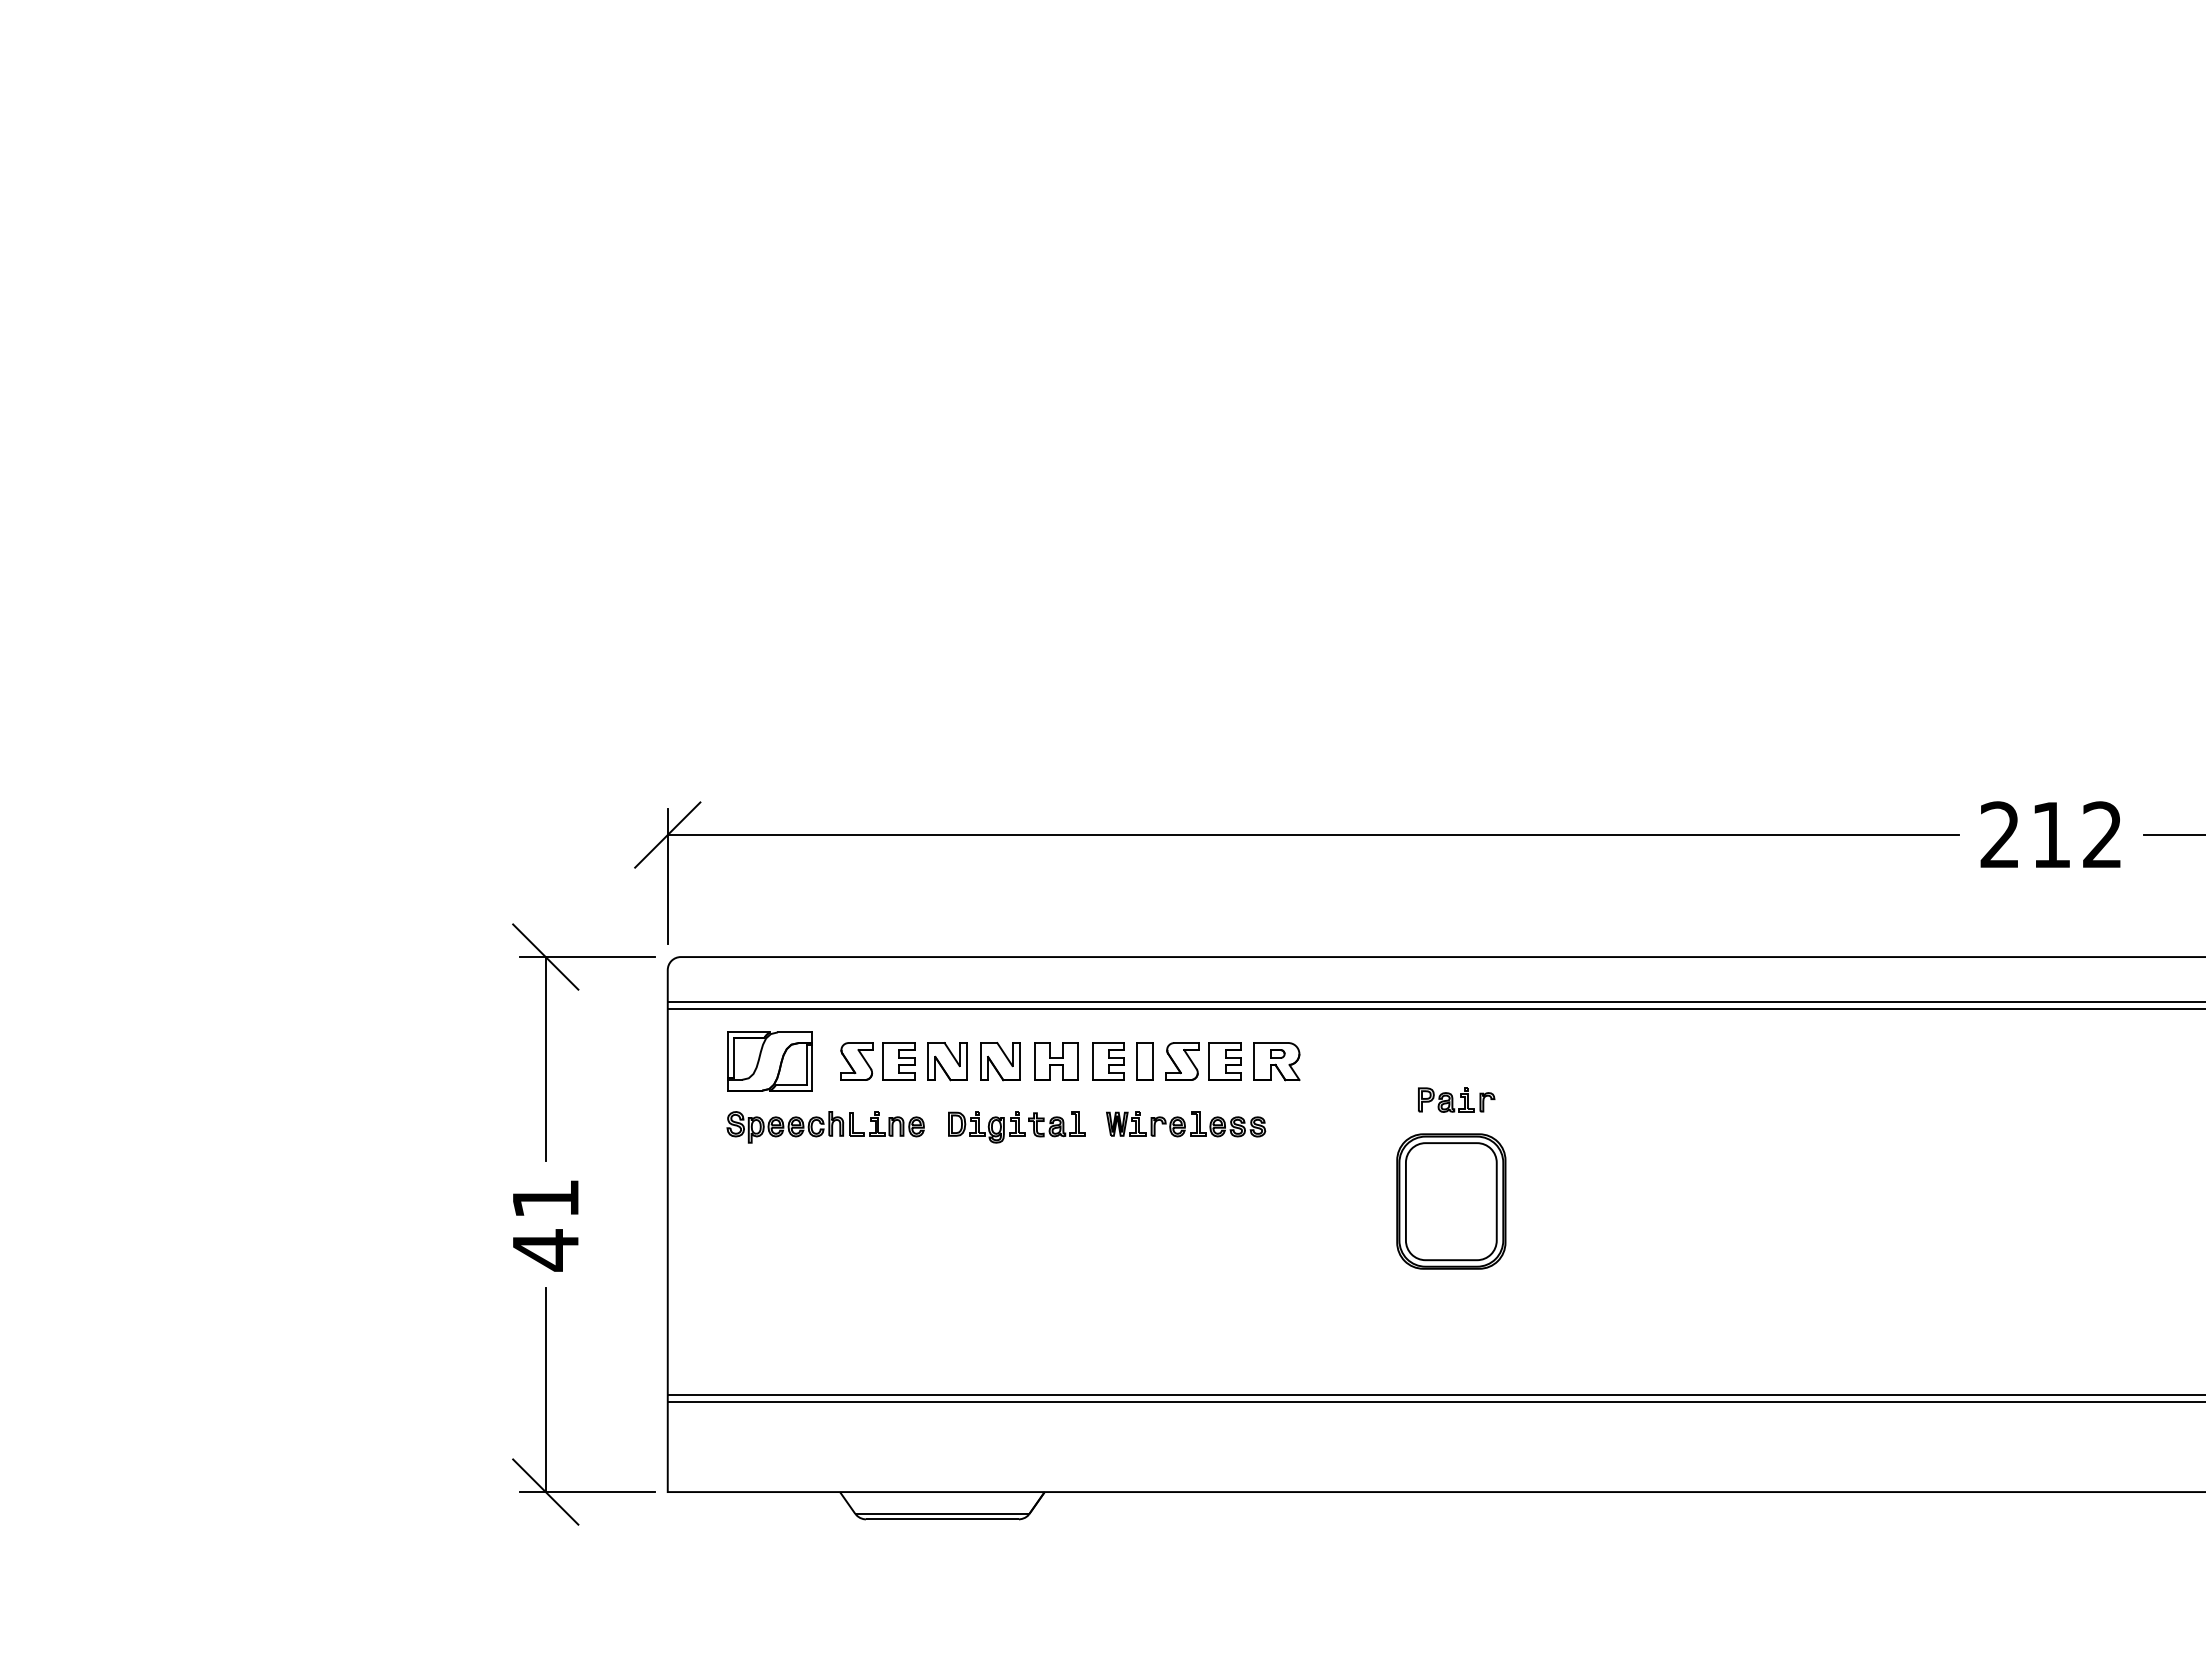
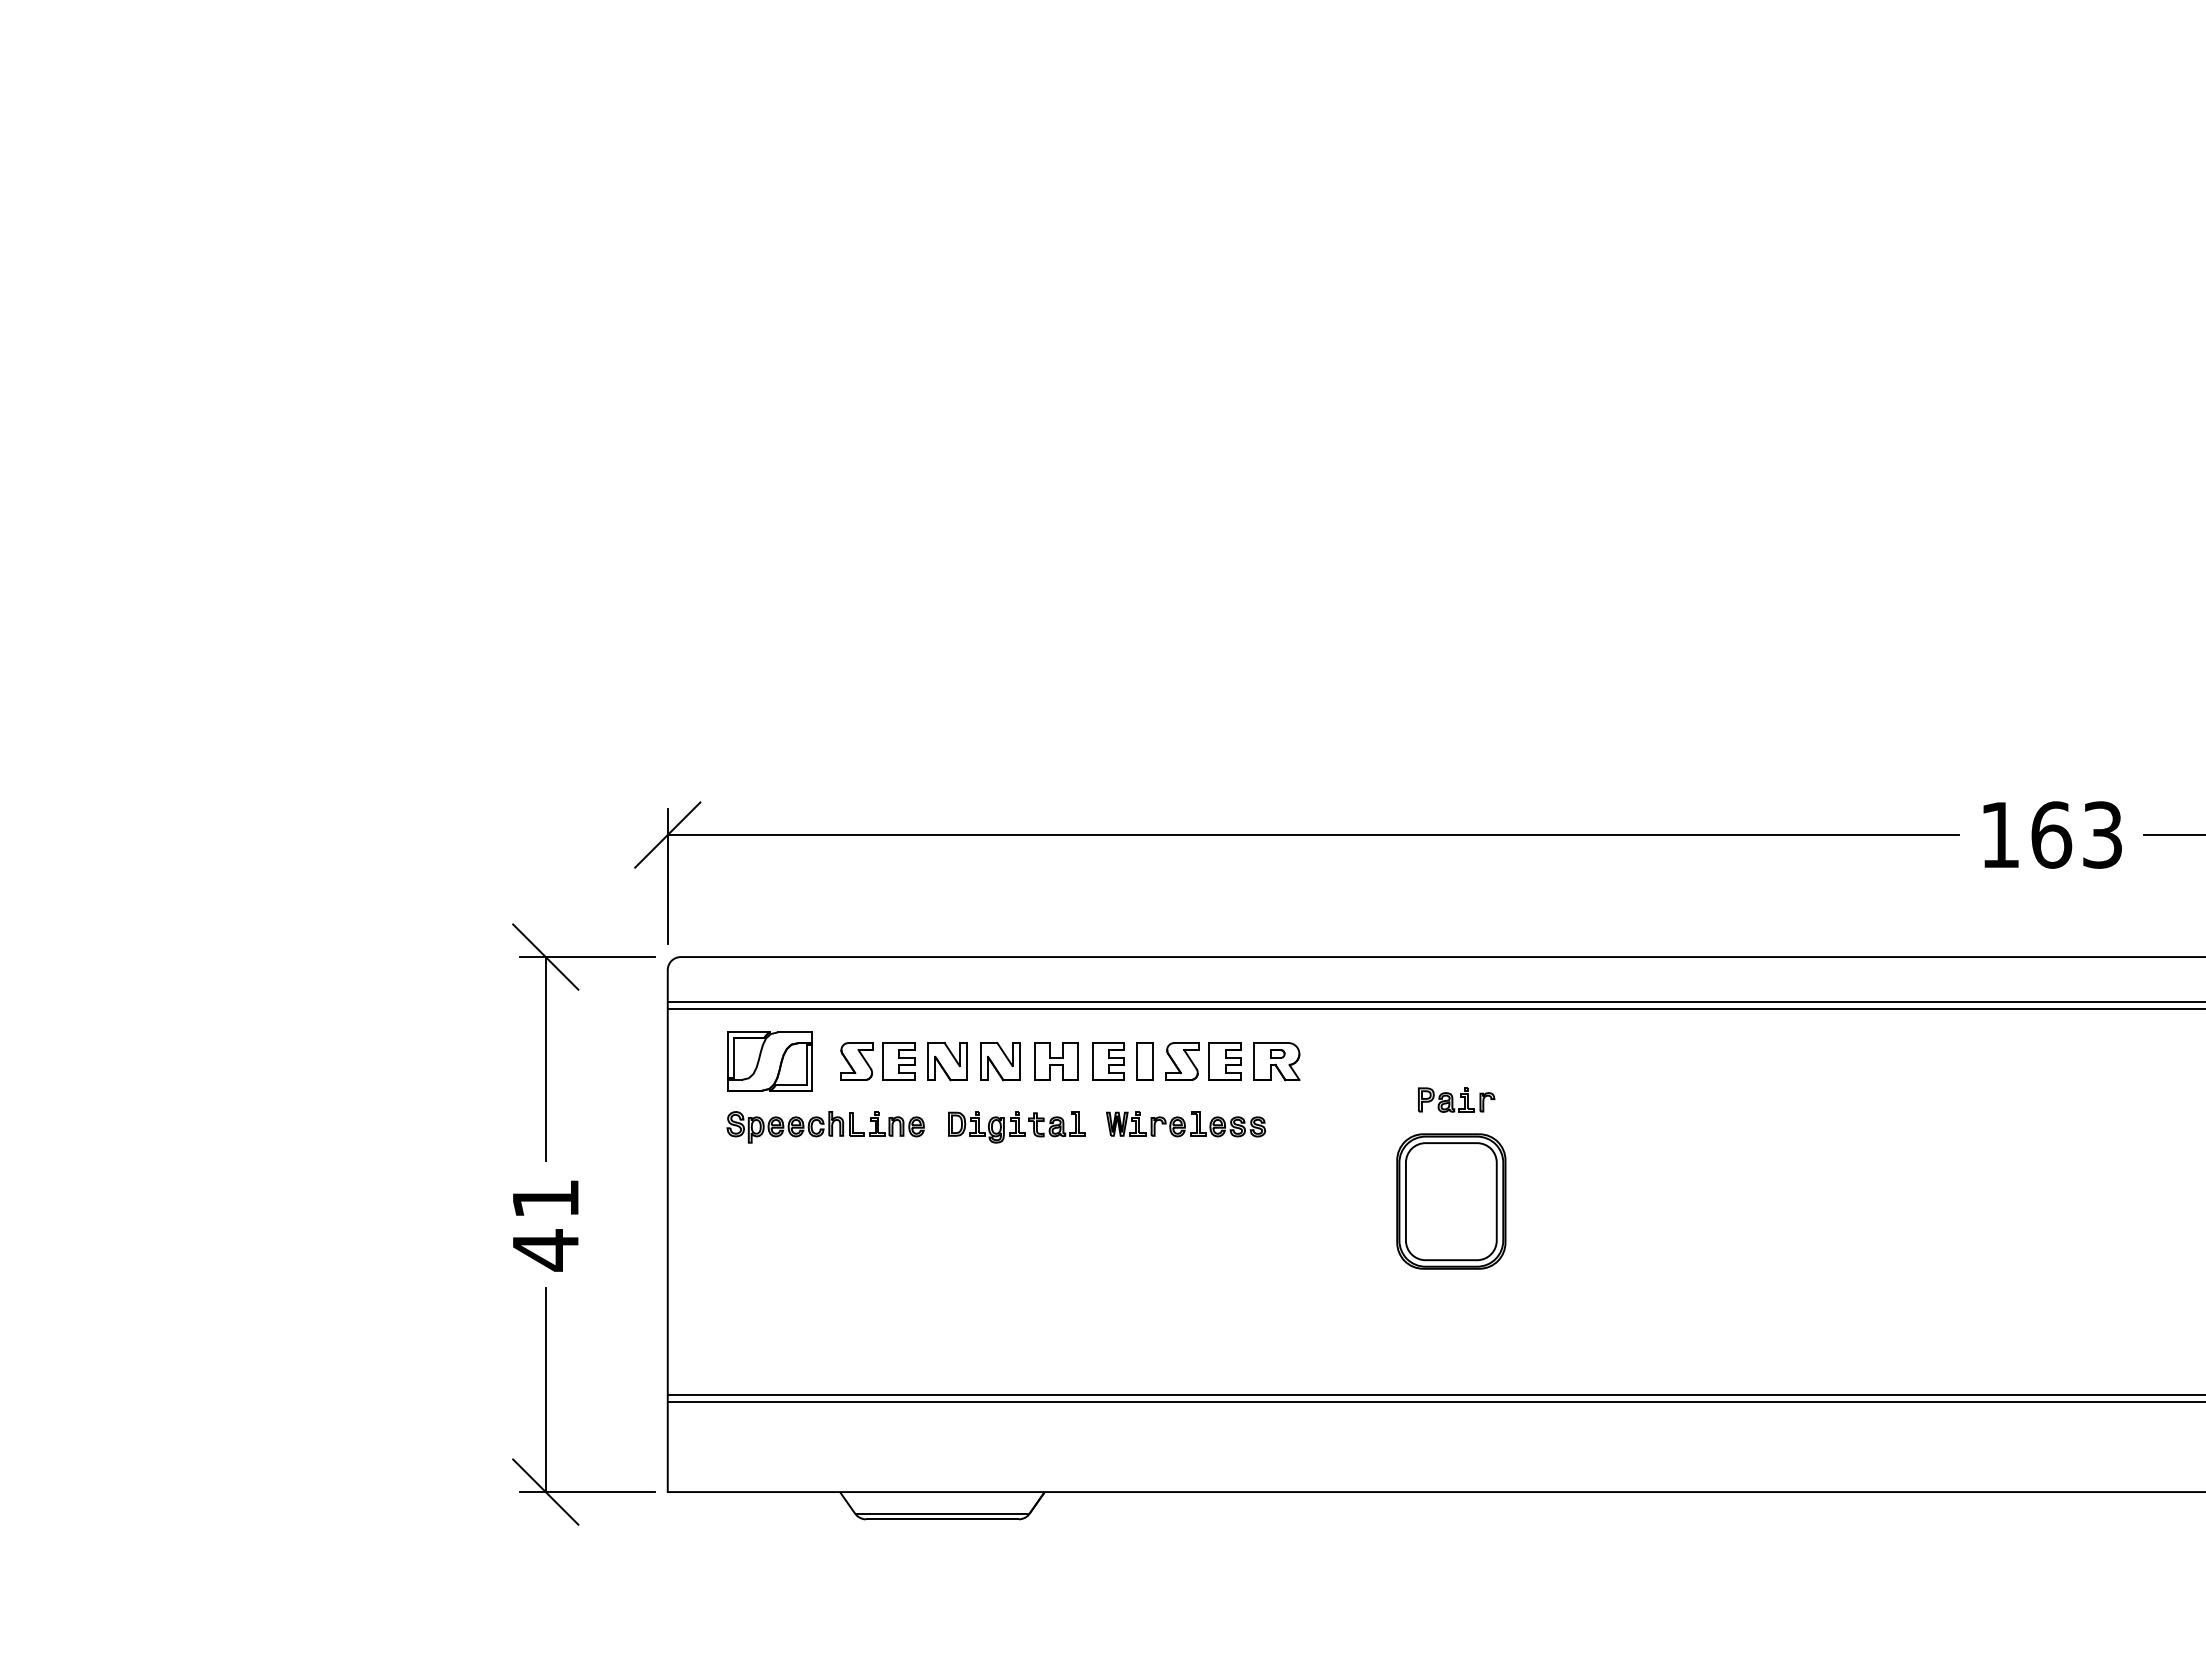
text at (2050, 834): 212 -> 163
